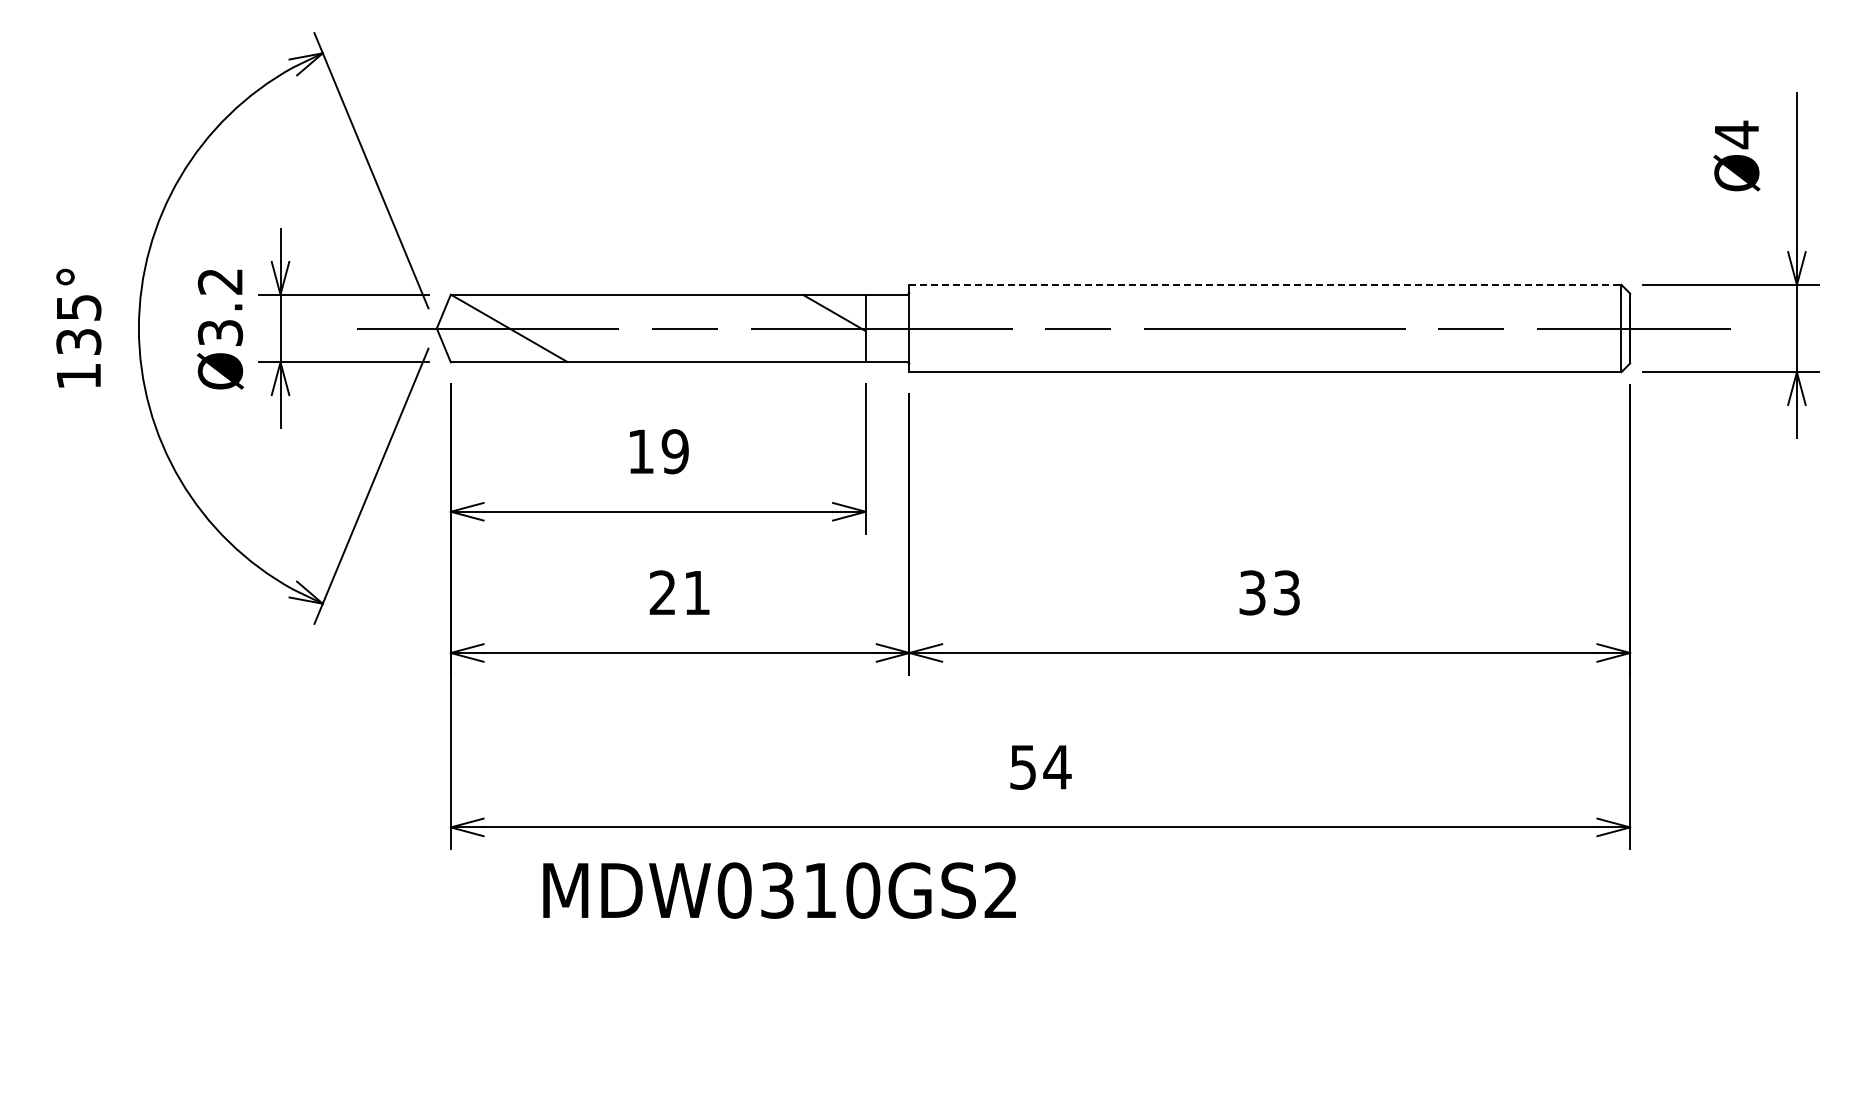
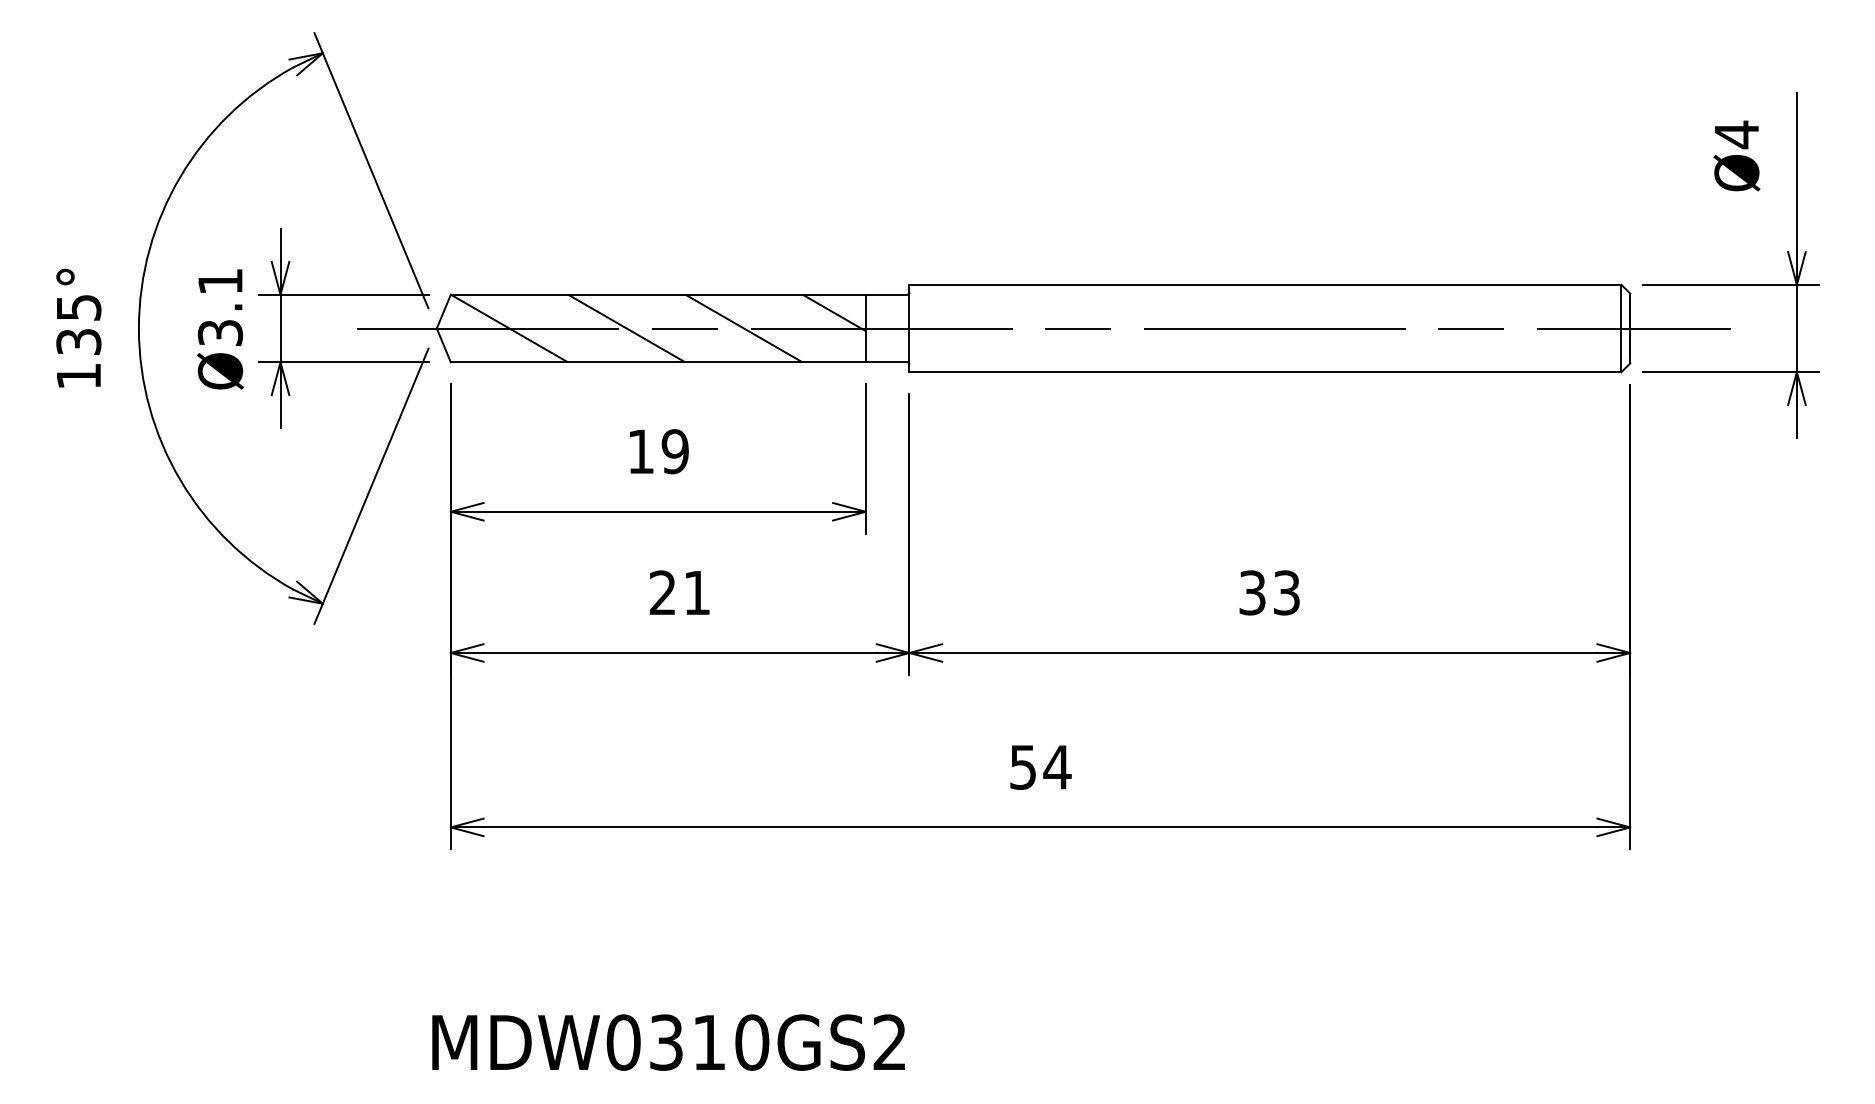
text at (219, 281): Ø3.2 -> Ø3.1
line at (1265, 284): dashed -> solid
line at (626, 328): none -> present
line at (743, 328): none -> present
text at (779, 890) position: (779, 890) -> (668, 1042)
